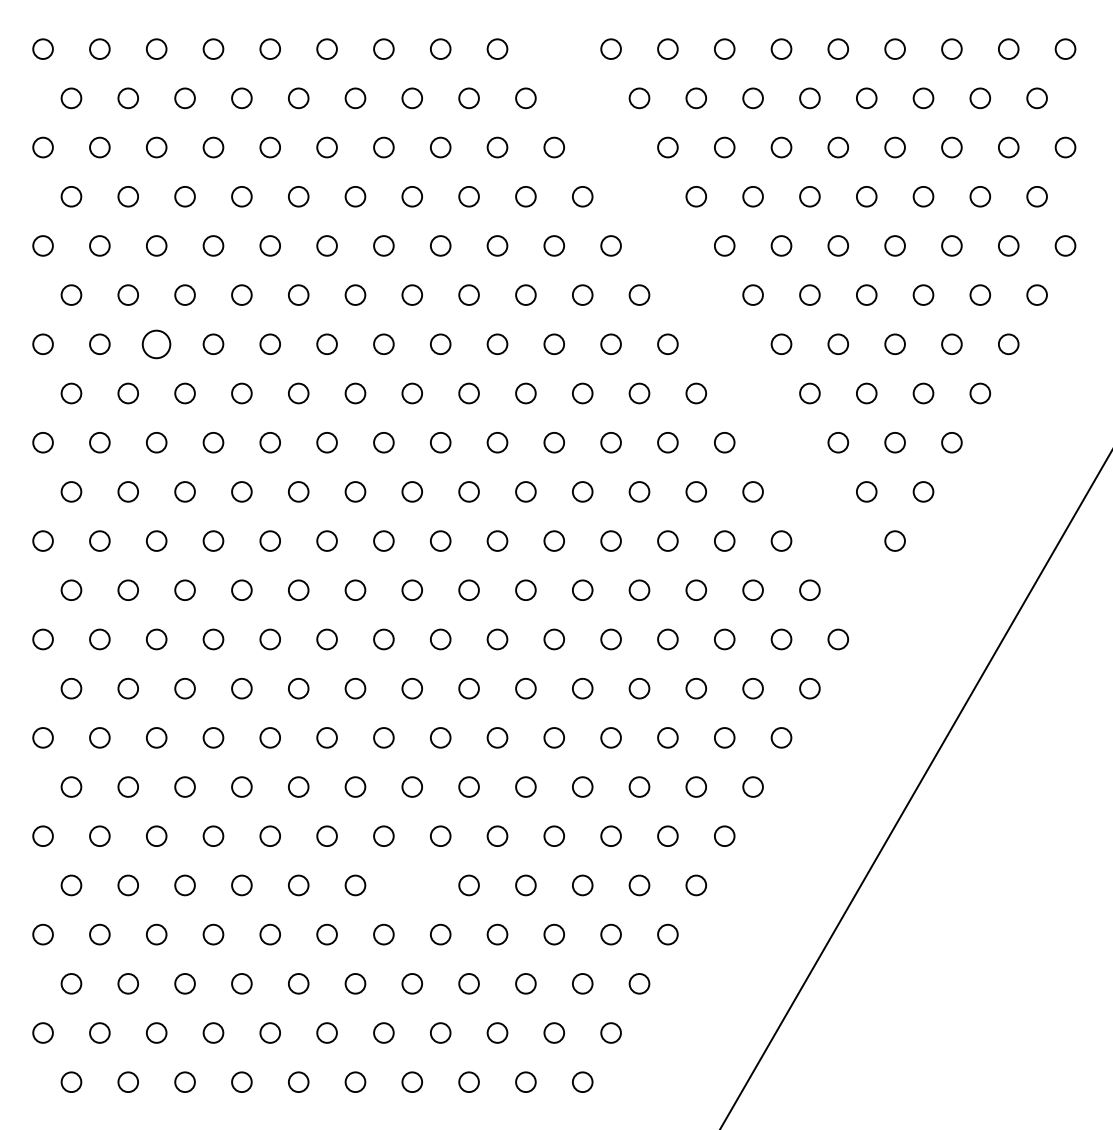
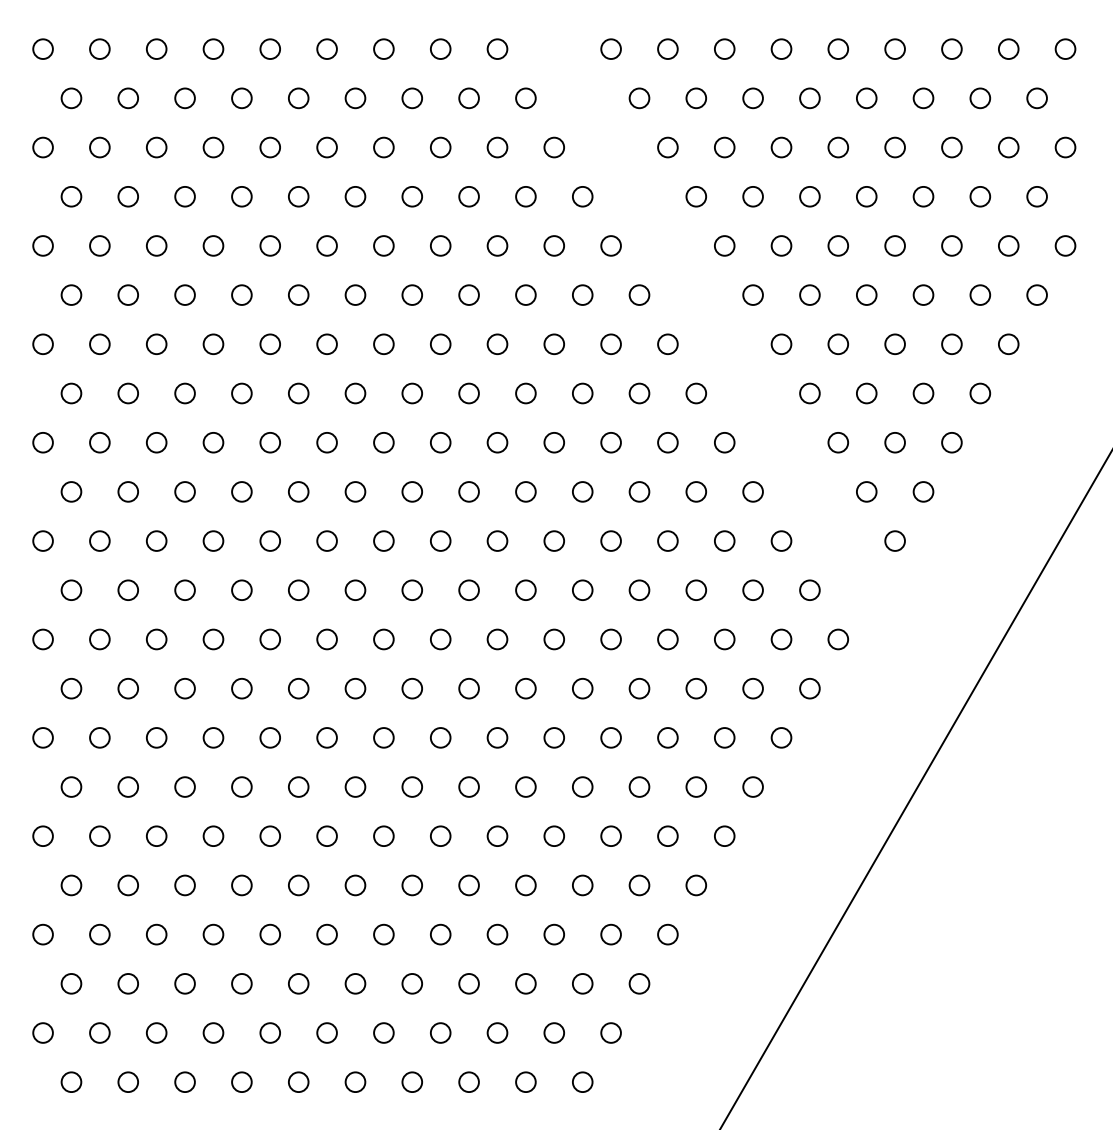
circle at (156, 344) size: 31x31 px -> 22x22 px
circle at (411, 885): none -> present
